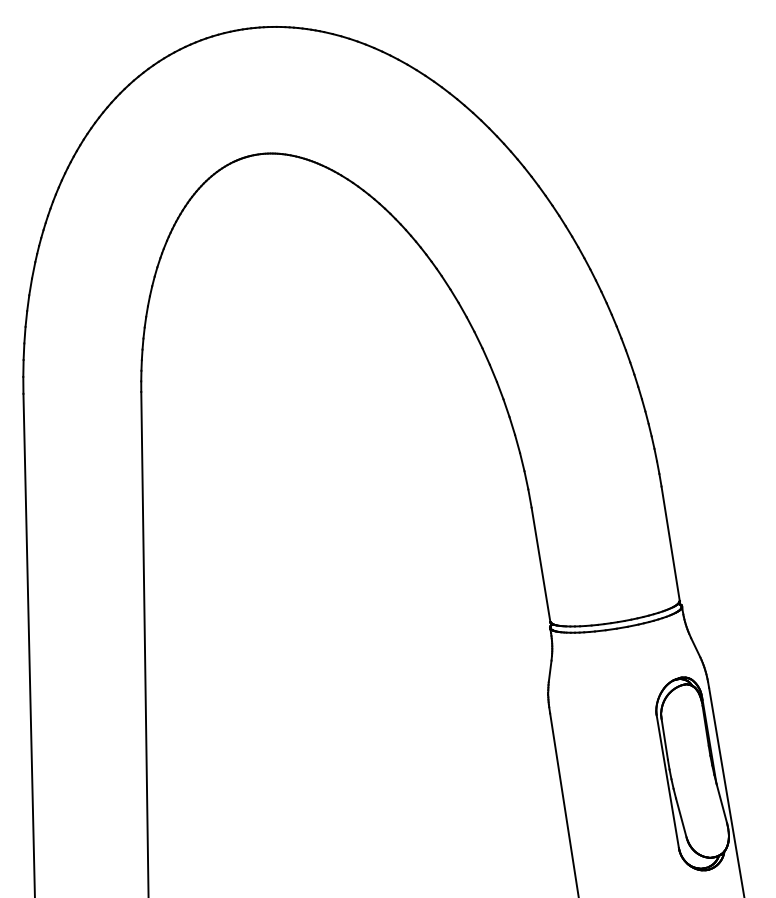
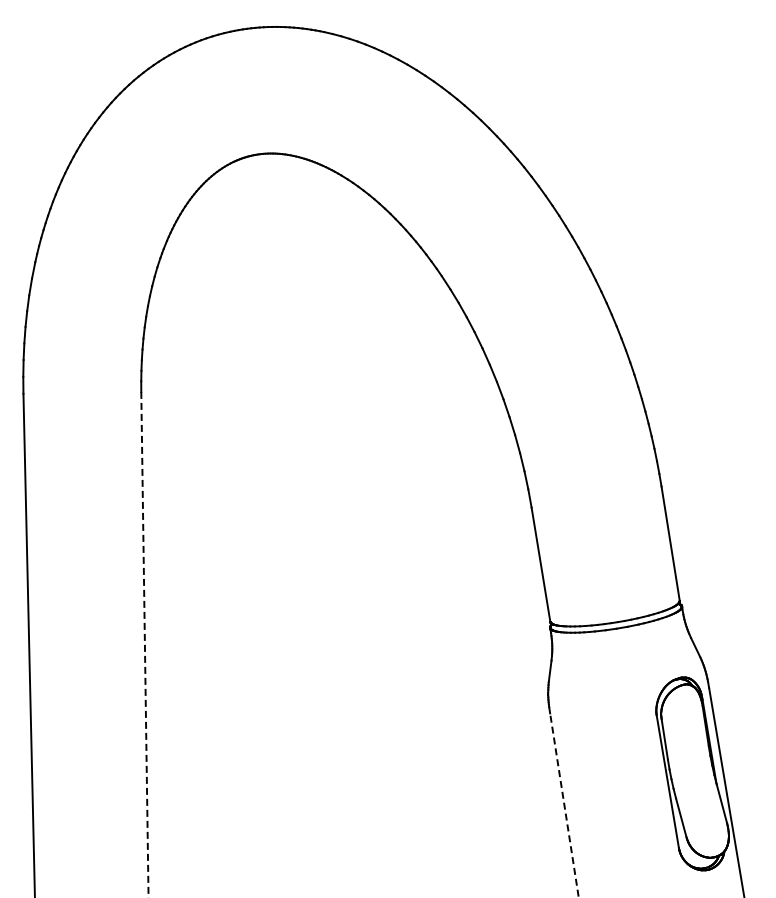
line at (144, 644): solid -> dashed
line at (564, 805): solid -> dashed
